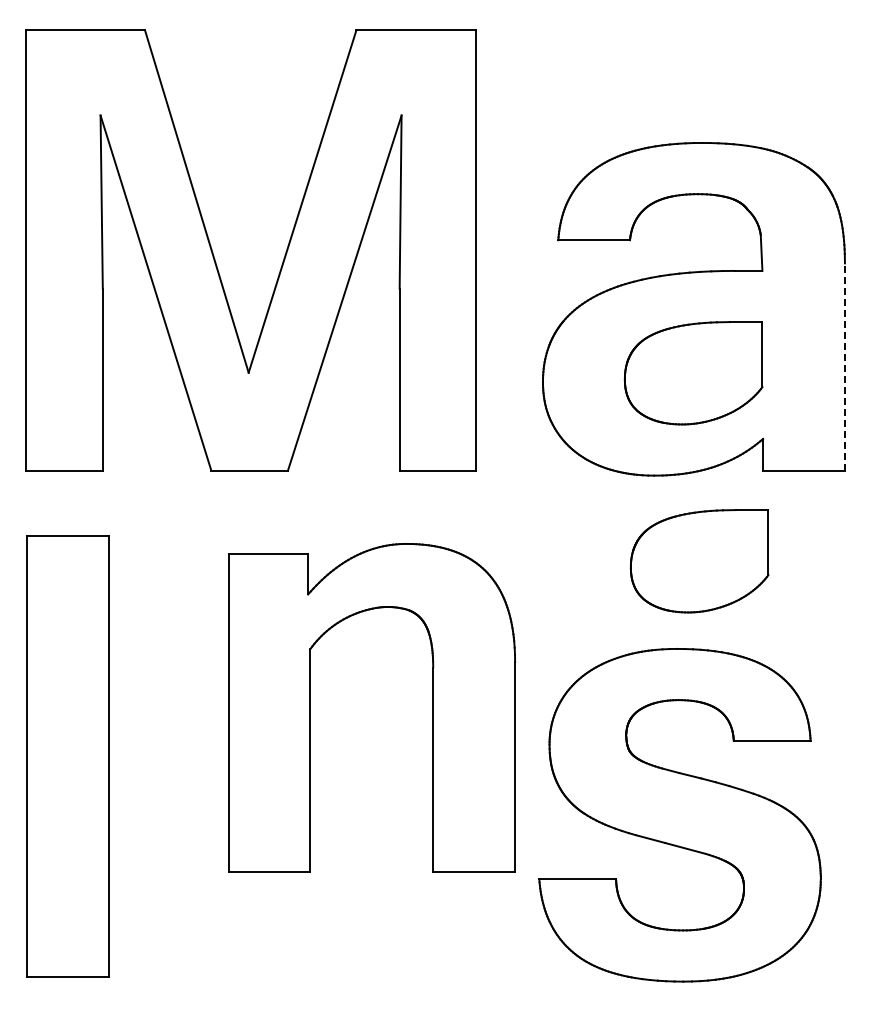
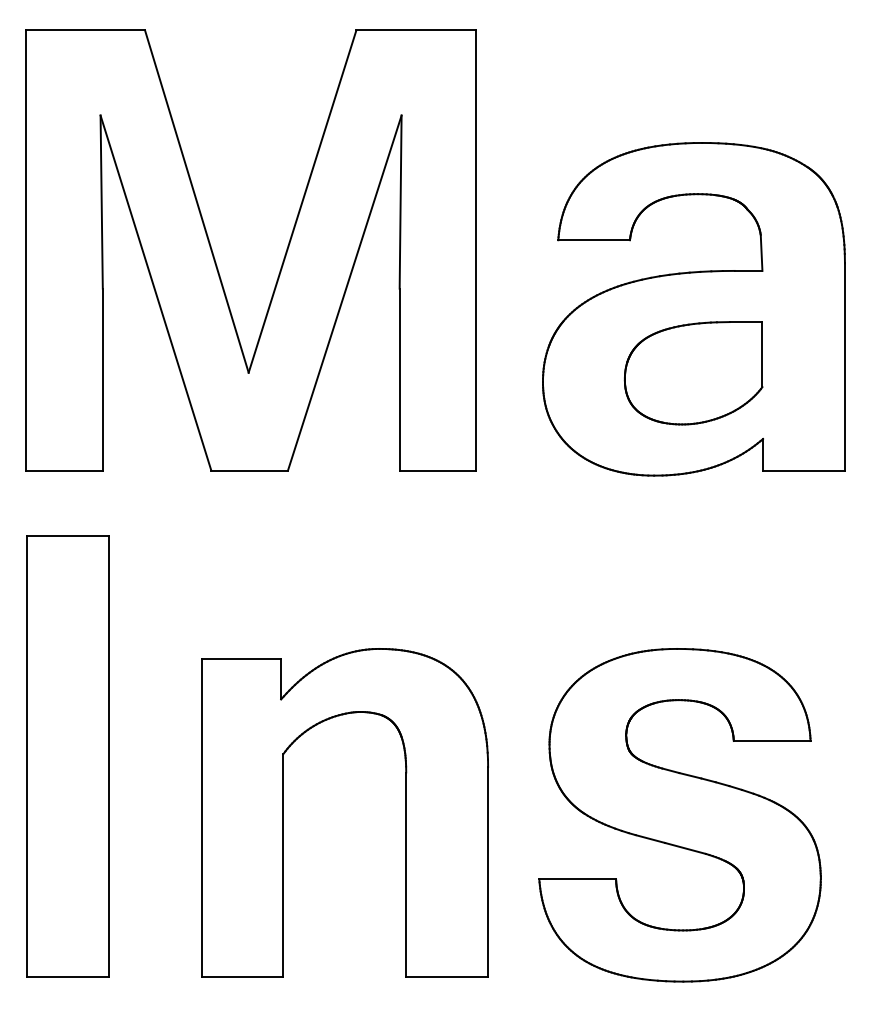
line at (844, 366): dashed -> solid
part at (699, 561): present -> none
part at (310, 707) position: (310, 707) -> (283, 812)
